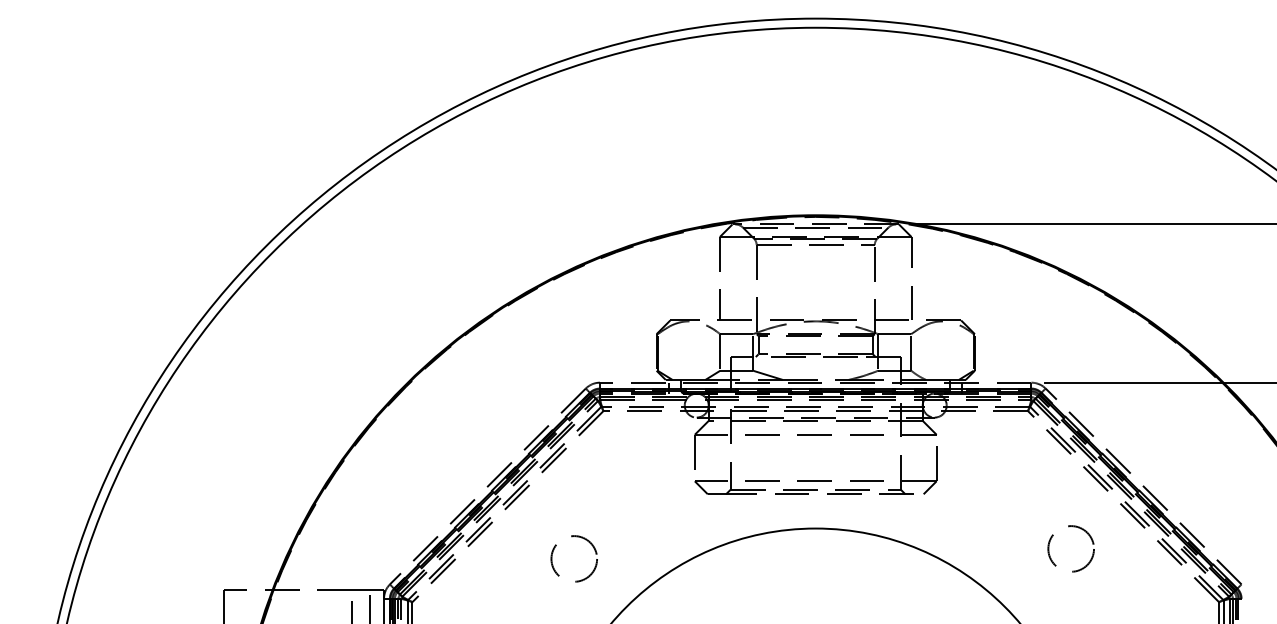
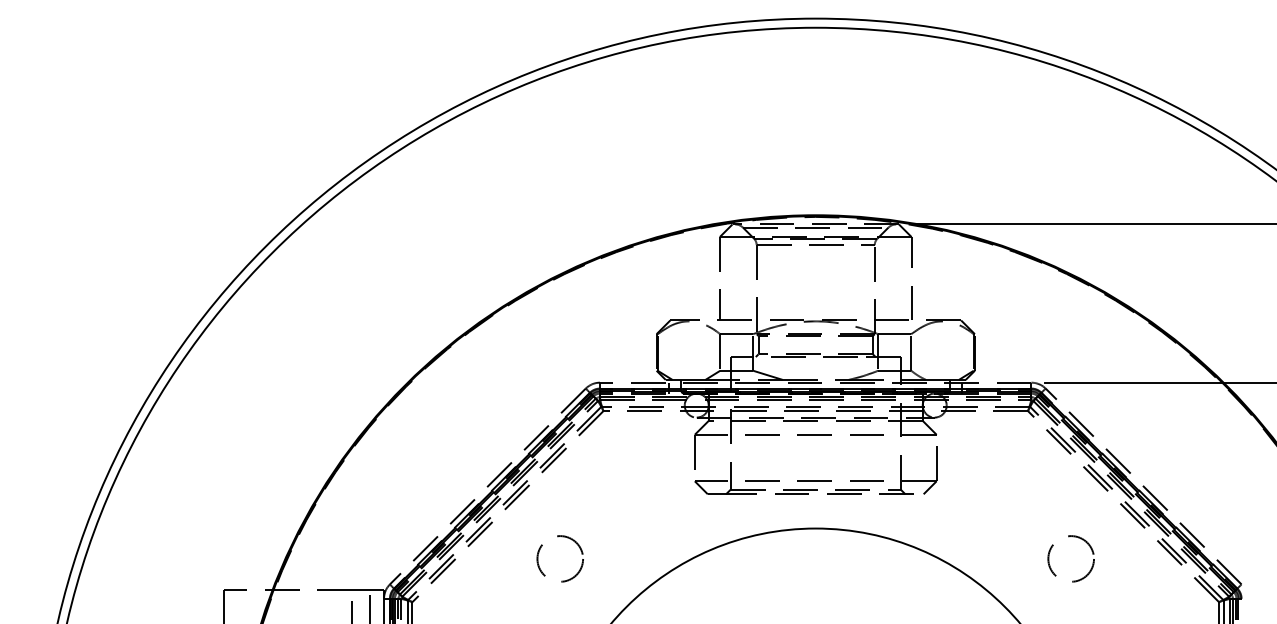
circle at (1070, 548) position: (1070, 548) -> (1070, 558)
circle at (573, 558) position: (573, 558) -> (559, 558)
